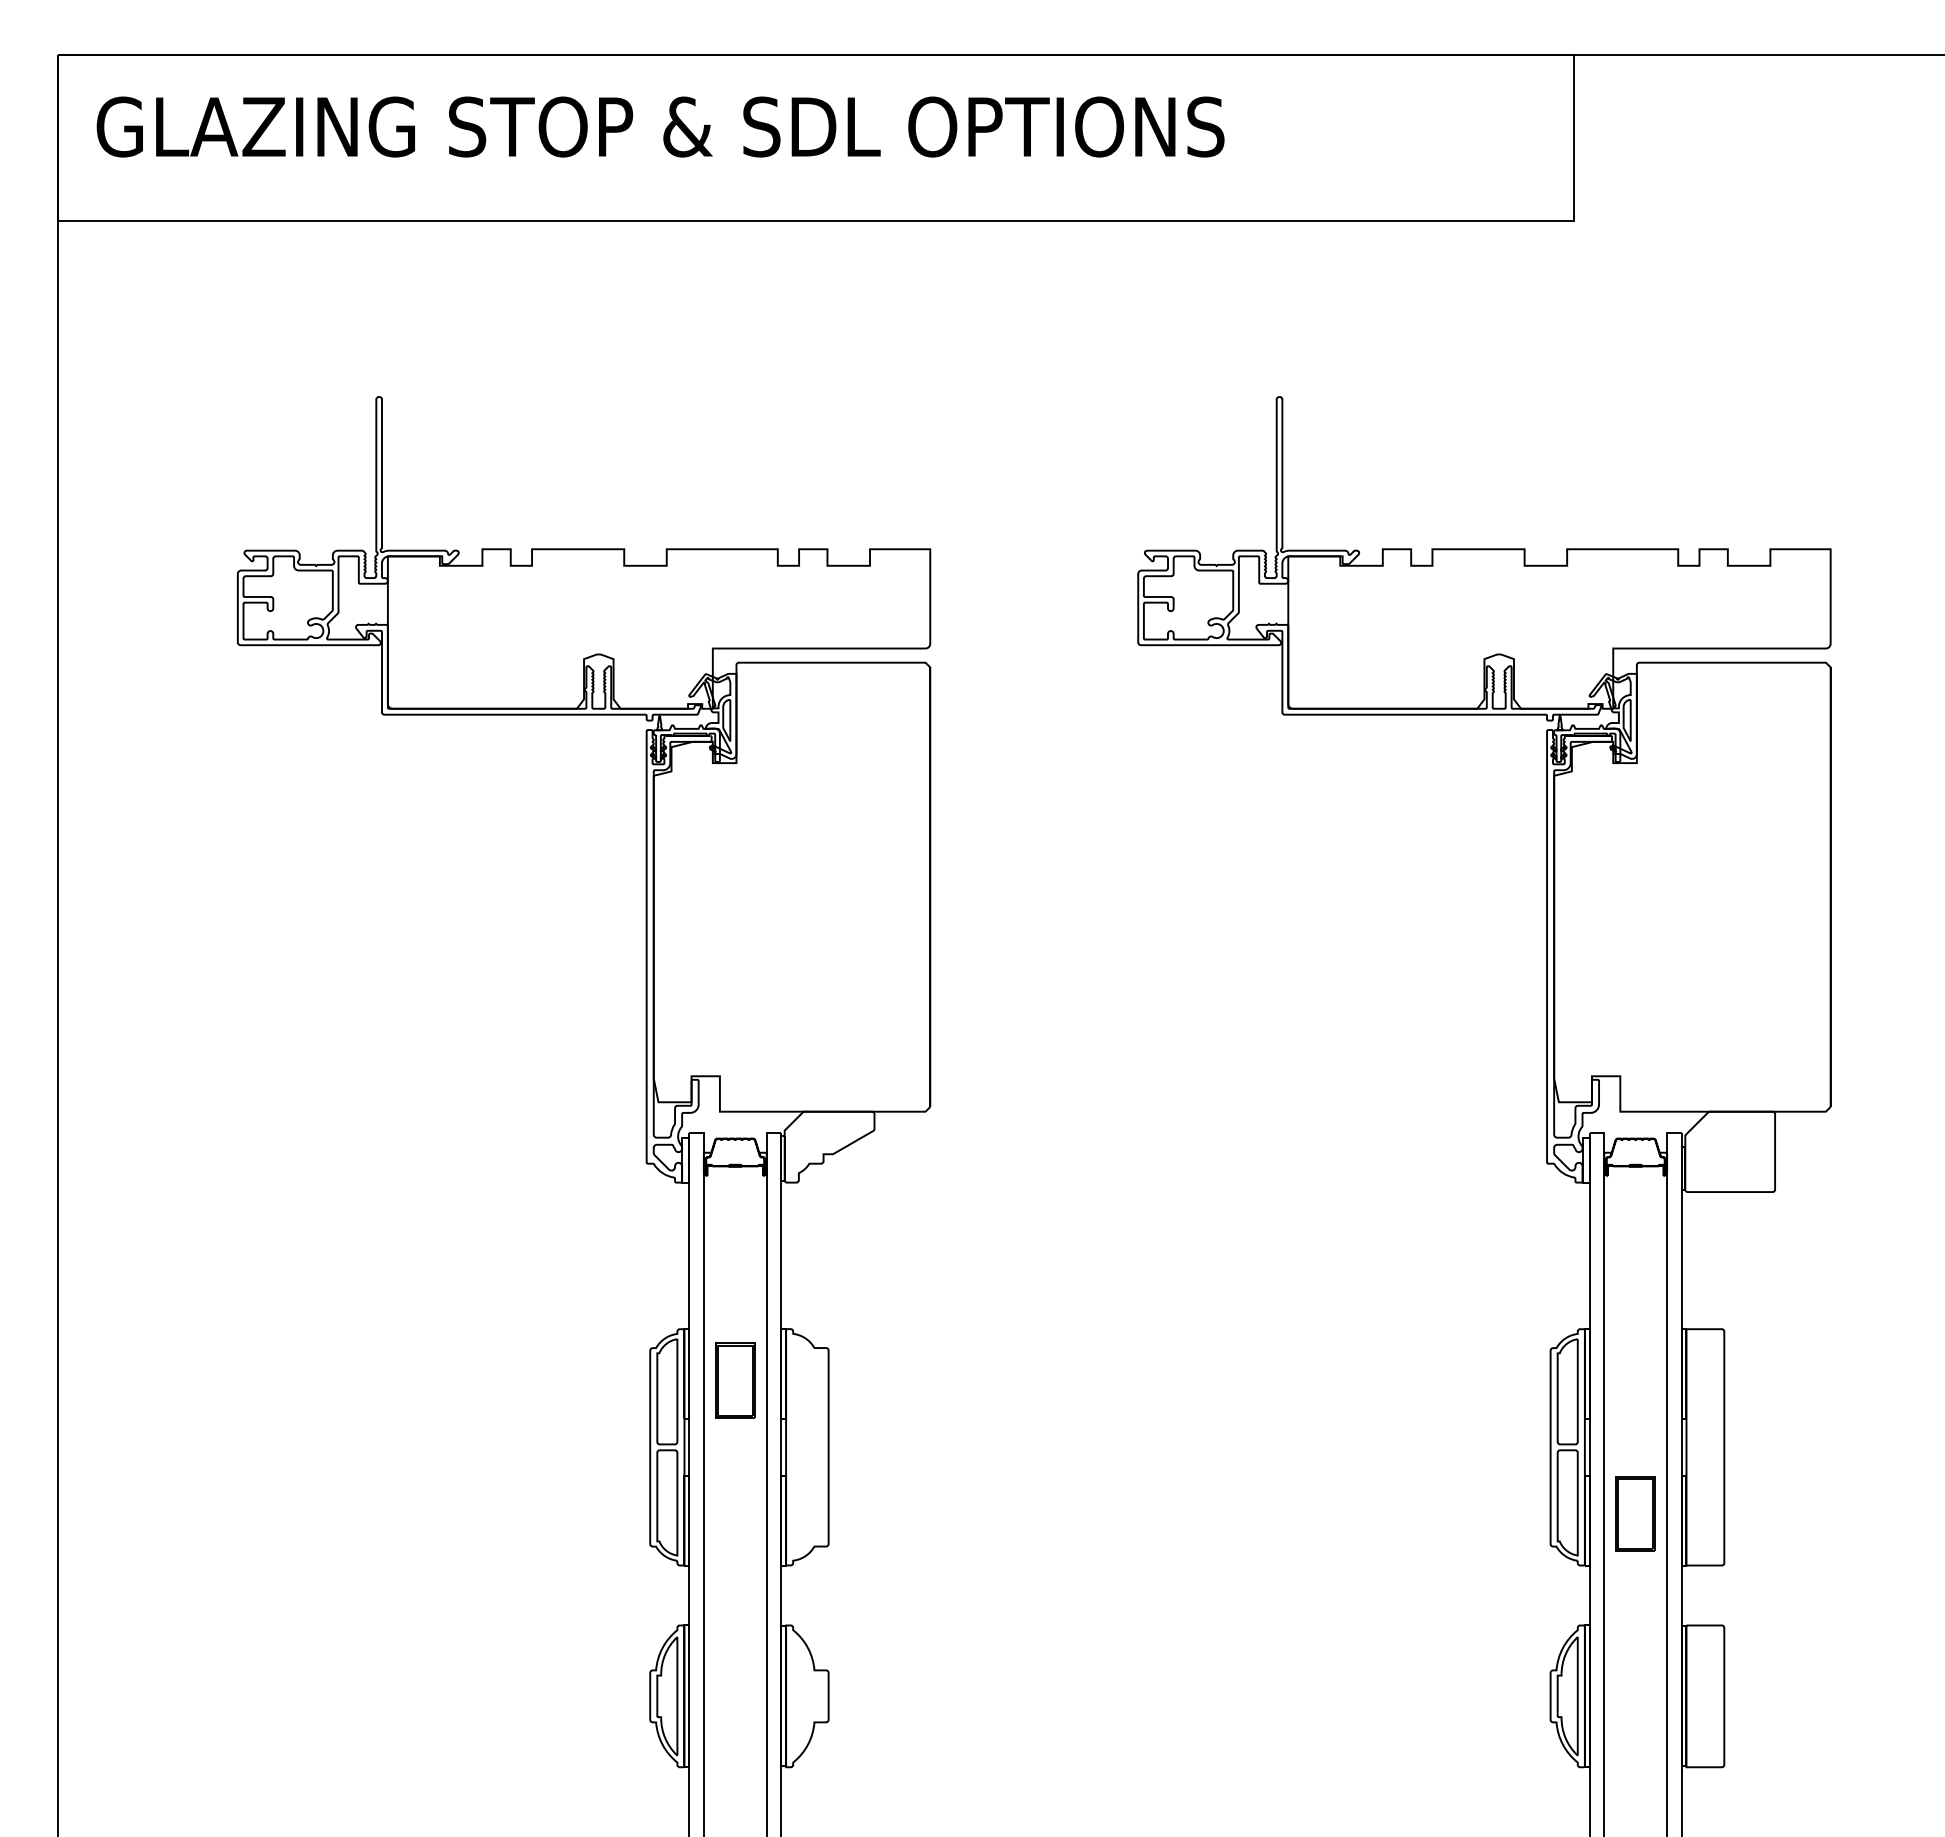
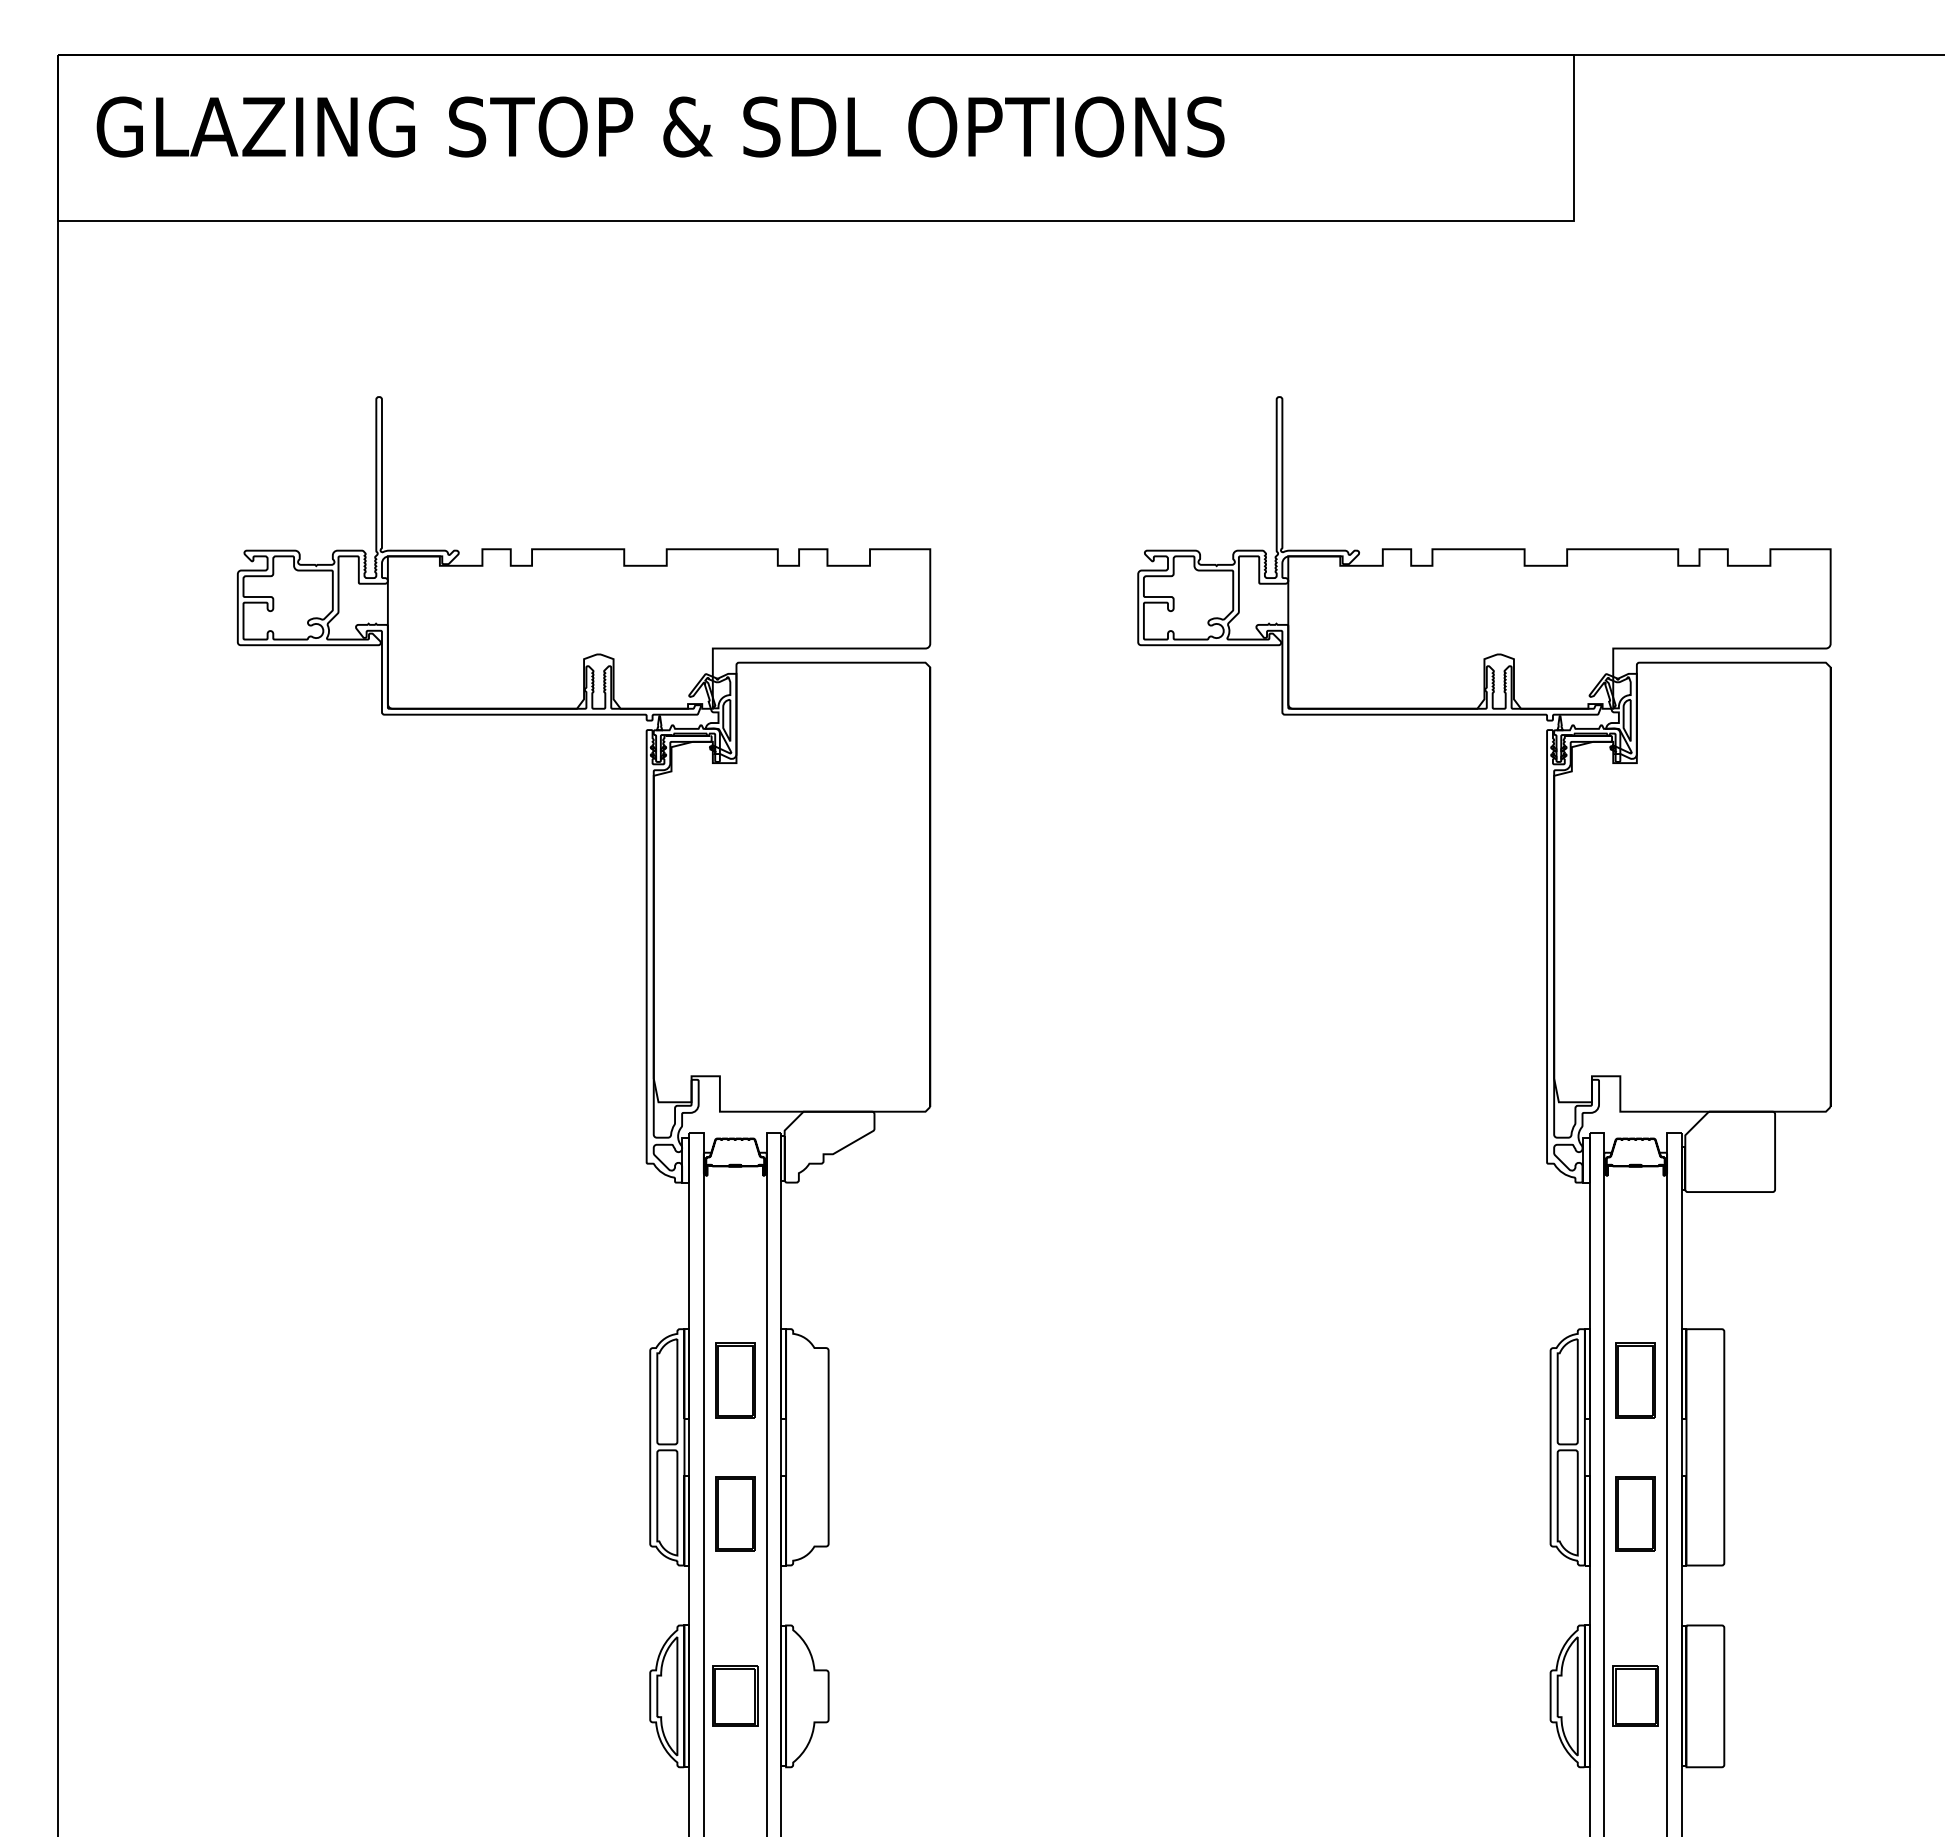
part at (1635, 1380): none -> present
part at (735, 1513): none -> present
part at (735, 1695): none -> present
part at (1635, 1695): none -> present
